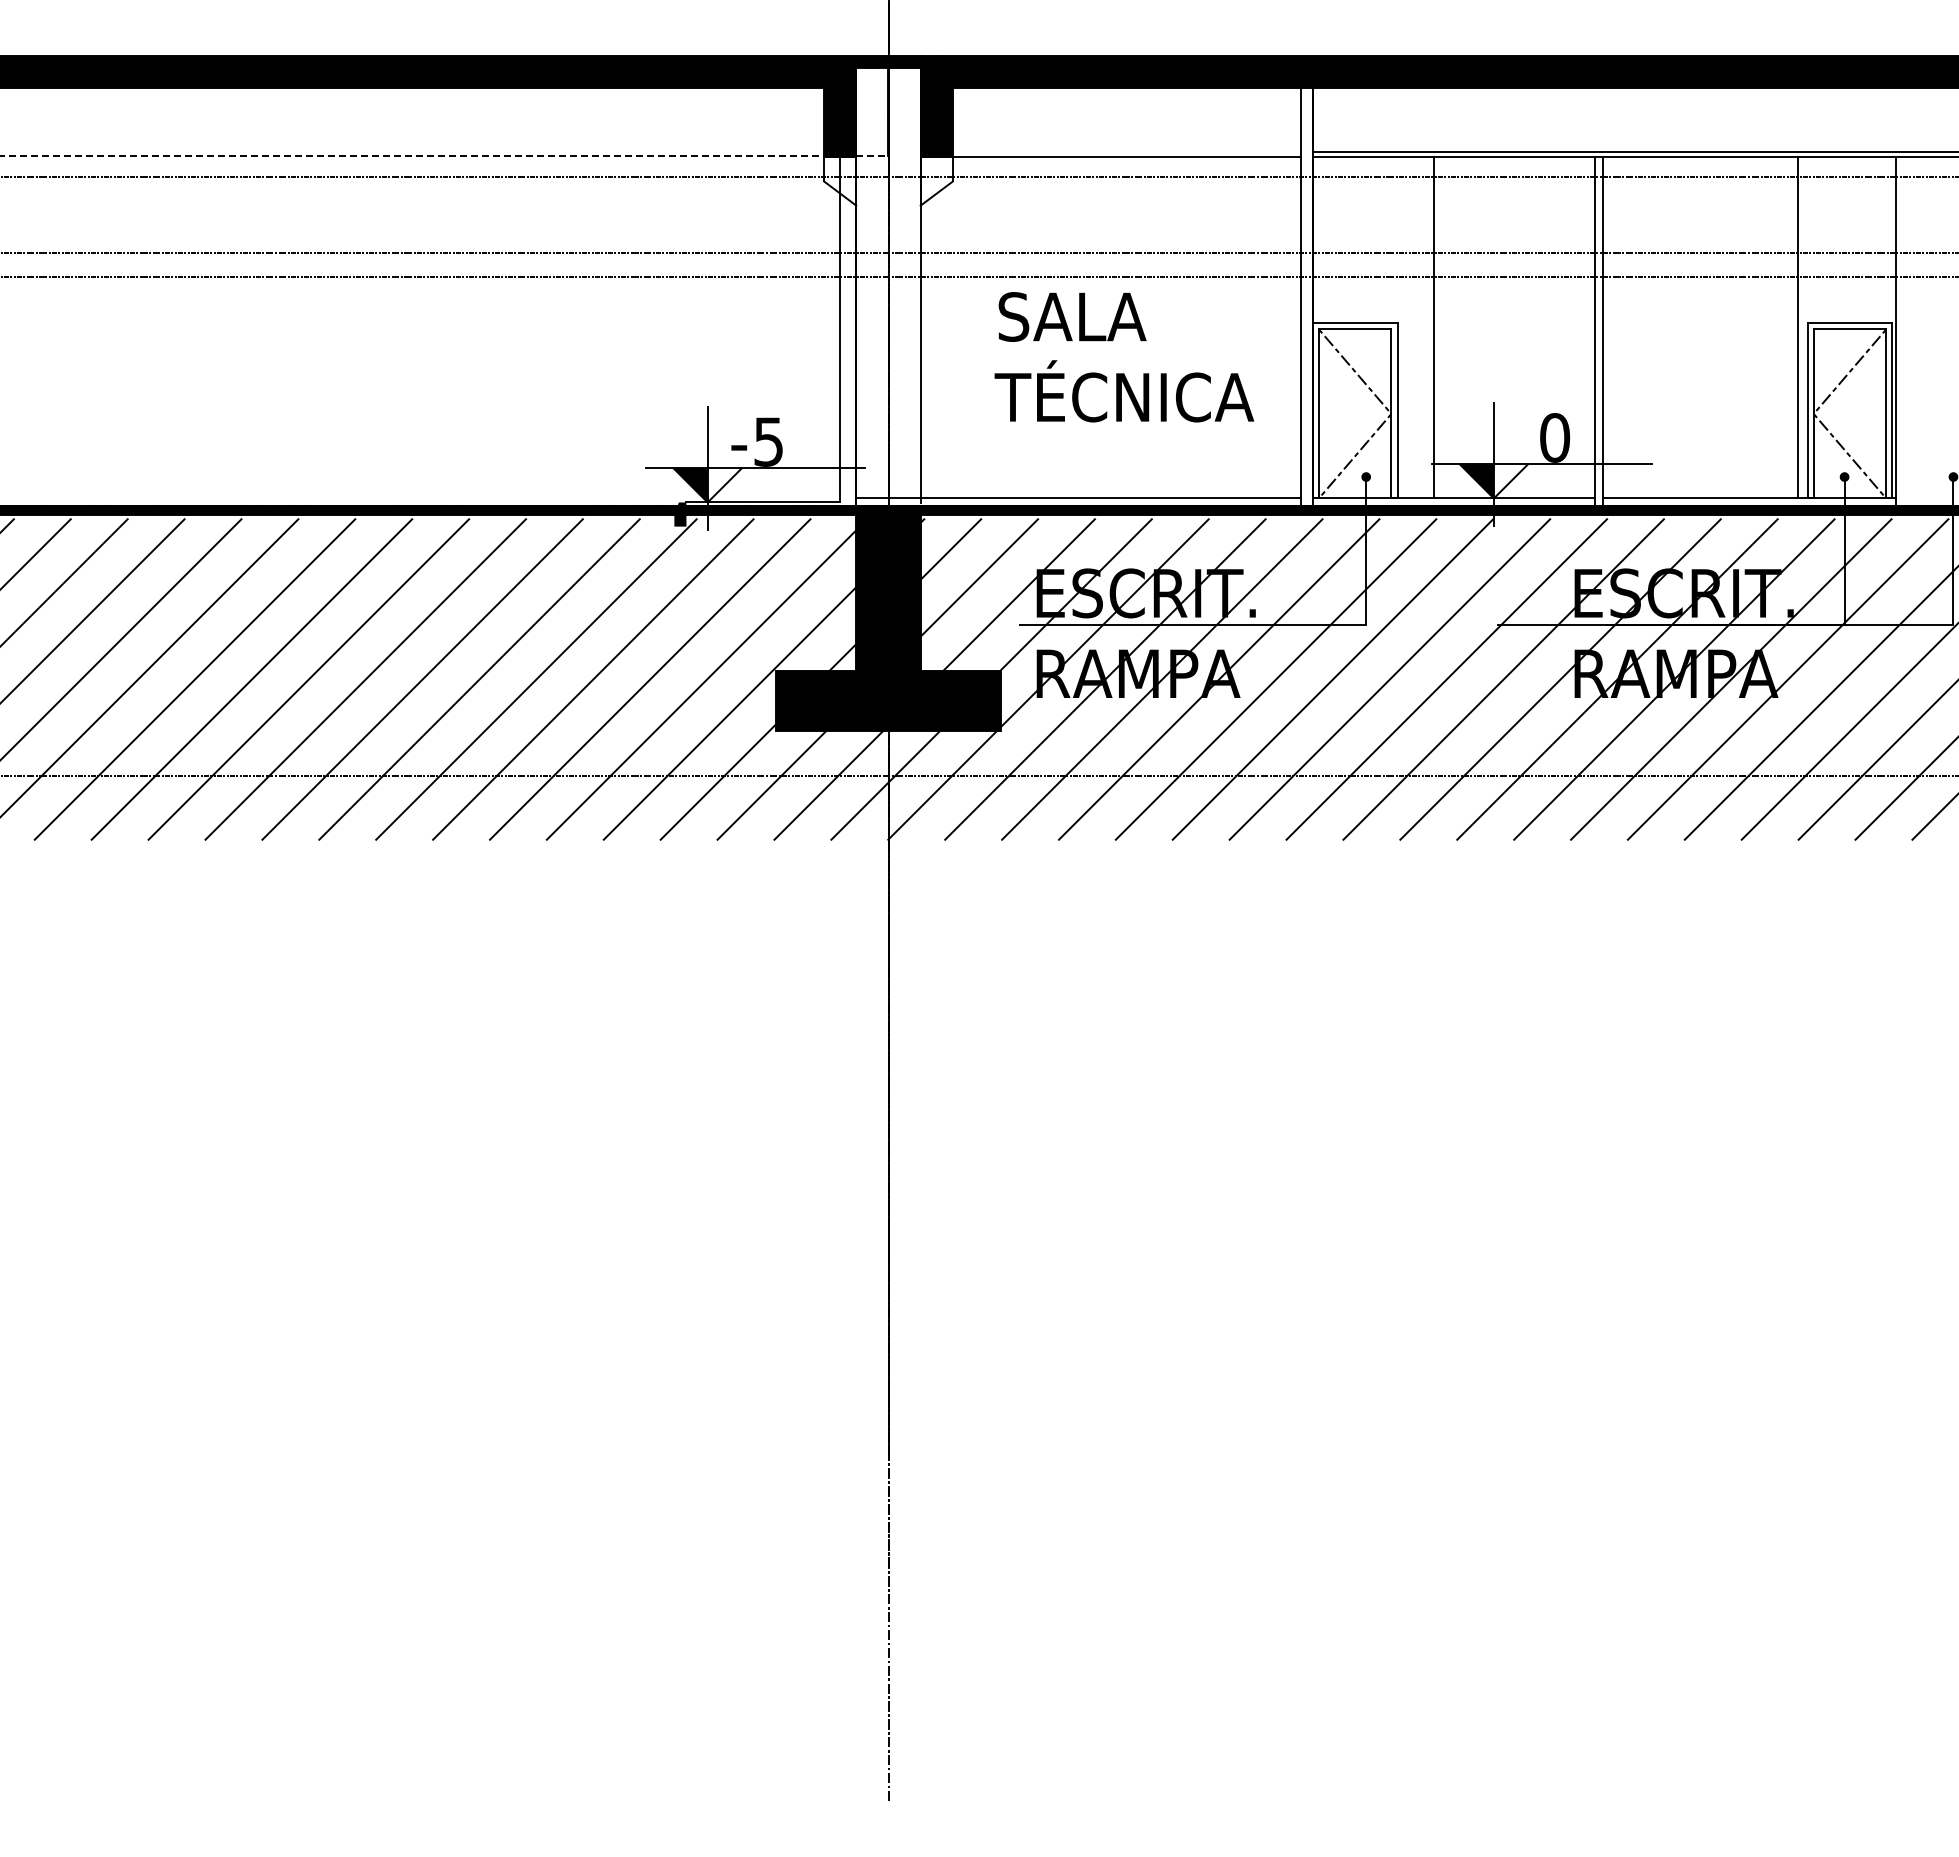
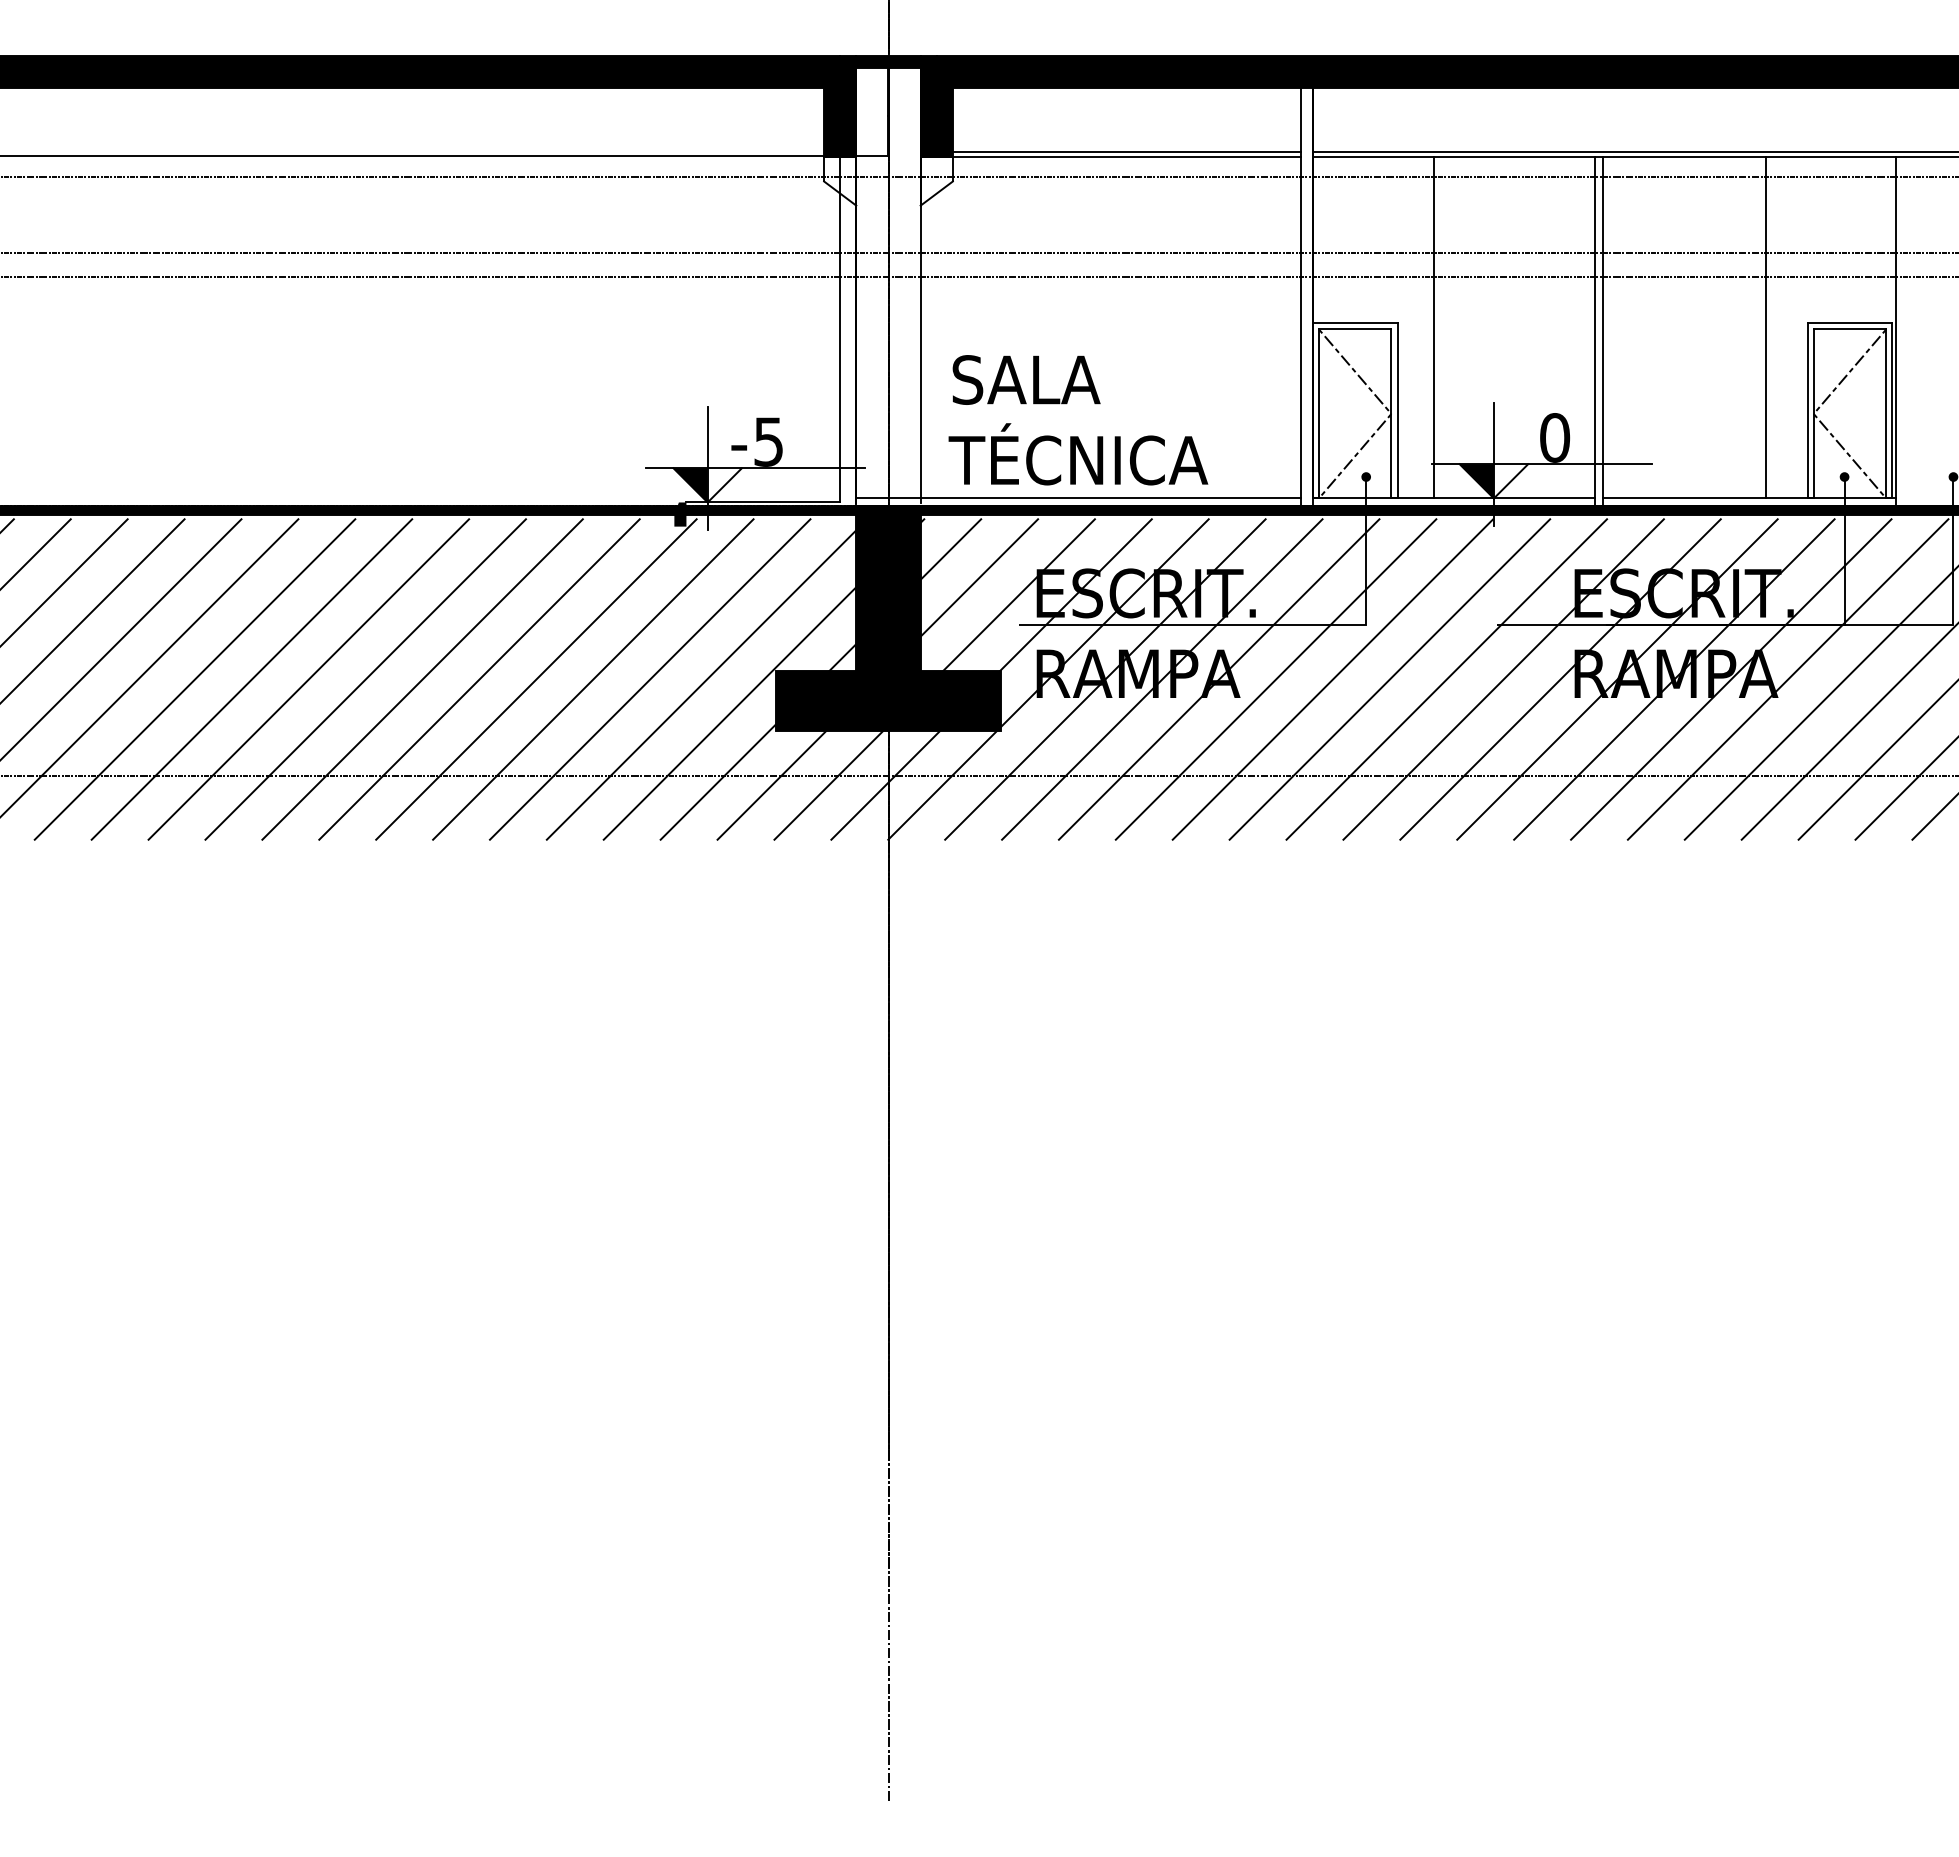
line at (1126, 151): none -> present
line at (444, 156): dashed -> solid
line at (1797, 327) position: (1797, 327) -> (1765, 327)
text at (1124, 357) position: (1124, 357) -> (1078, 420)
